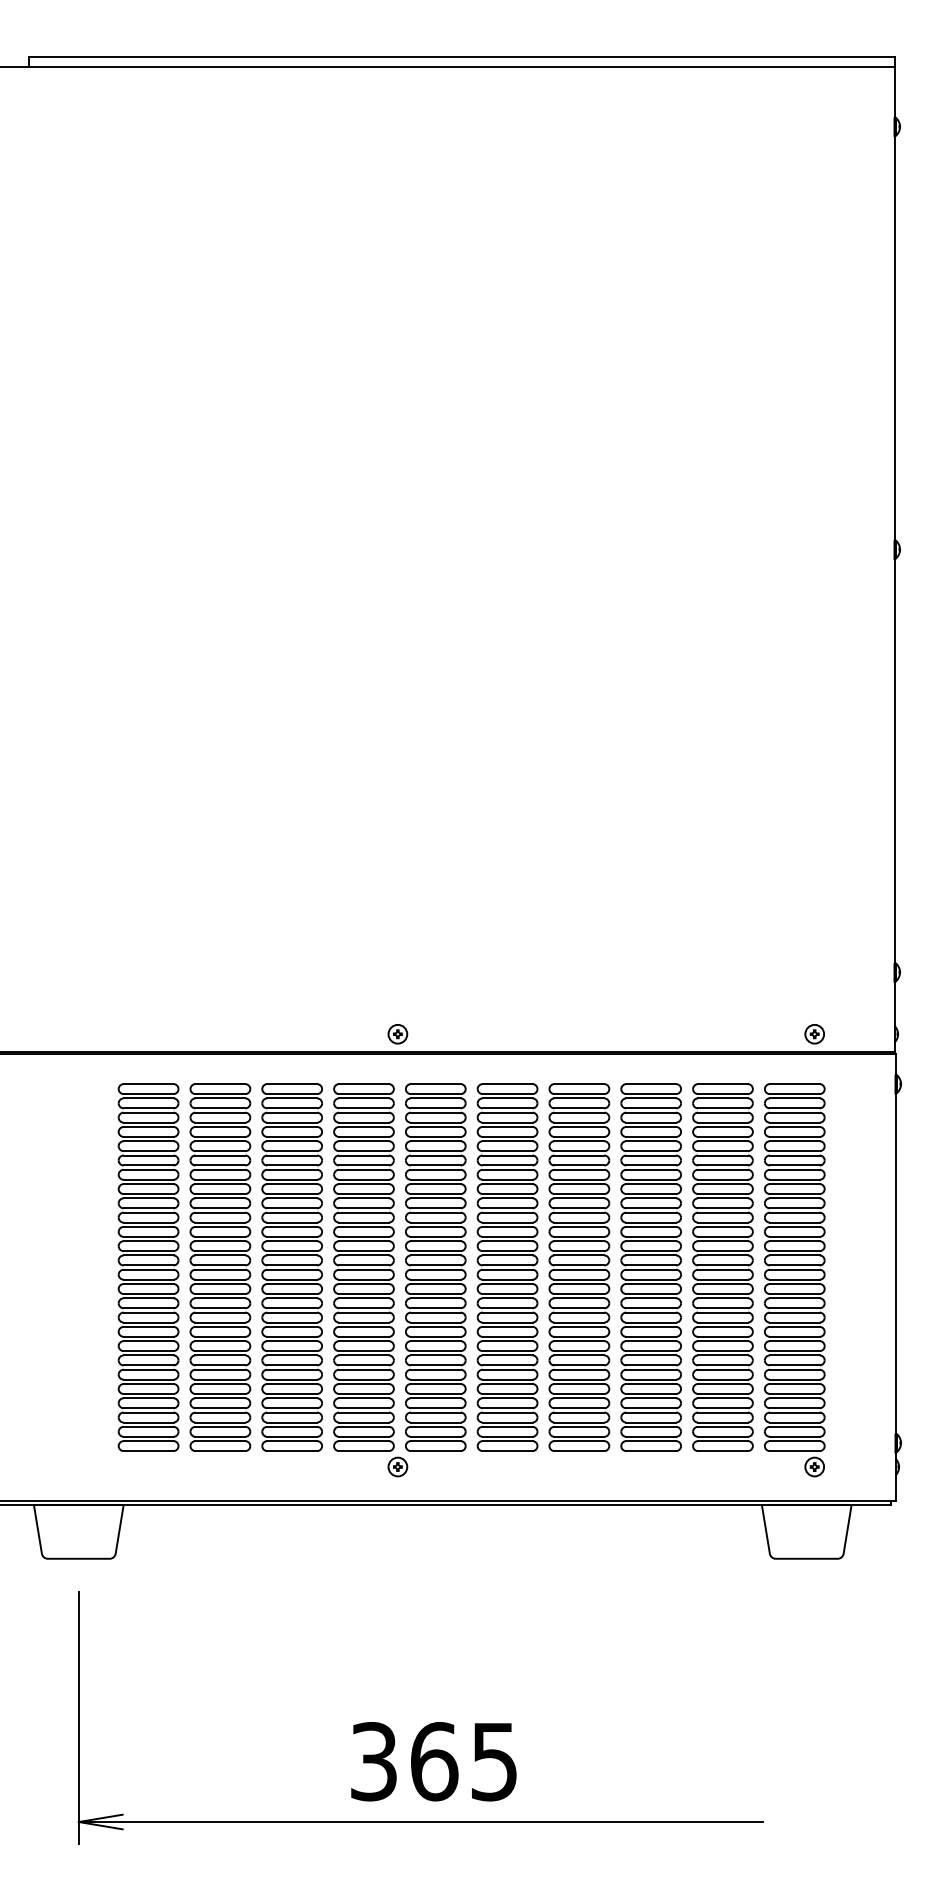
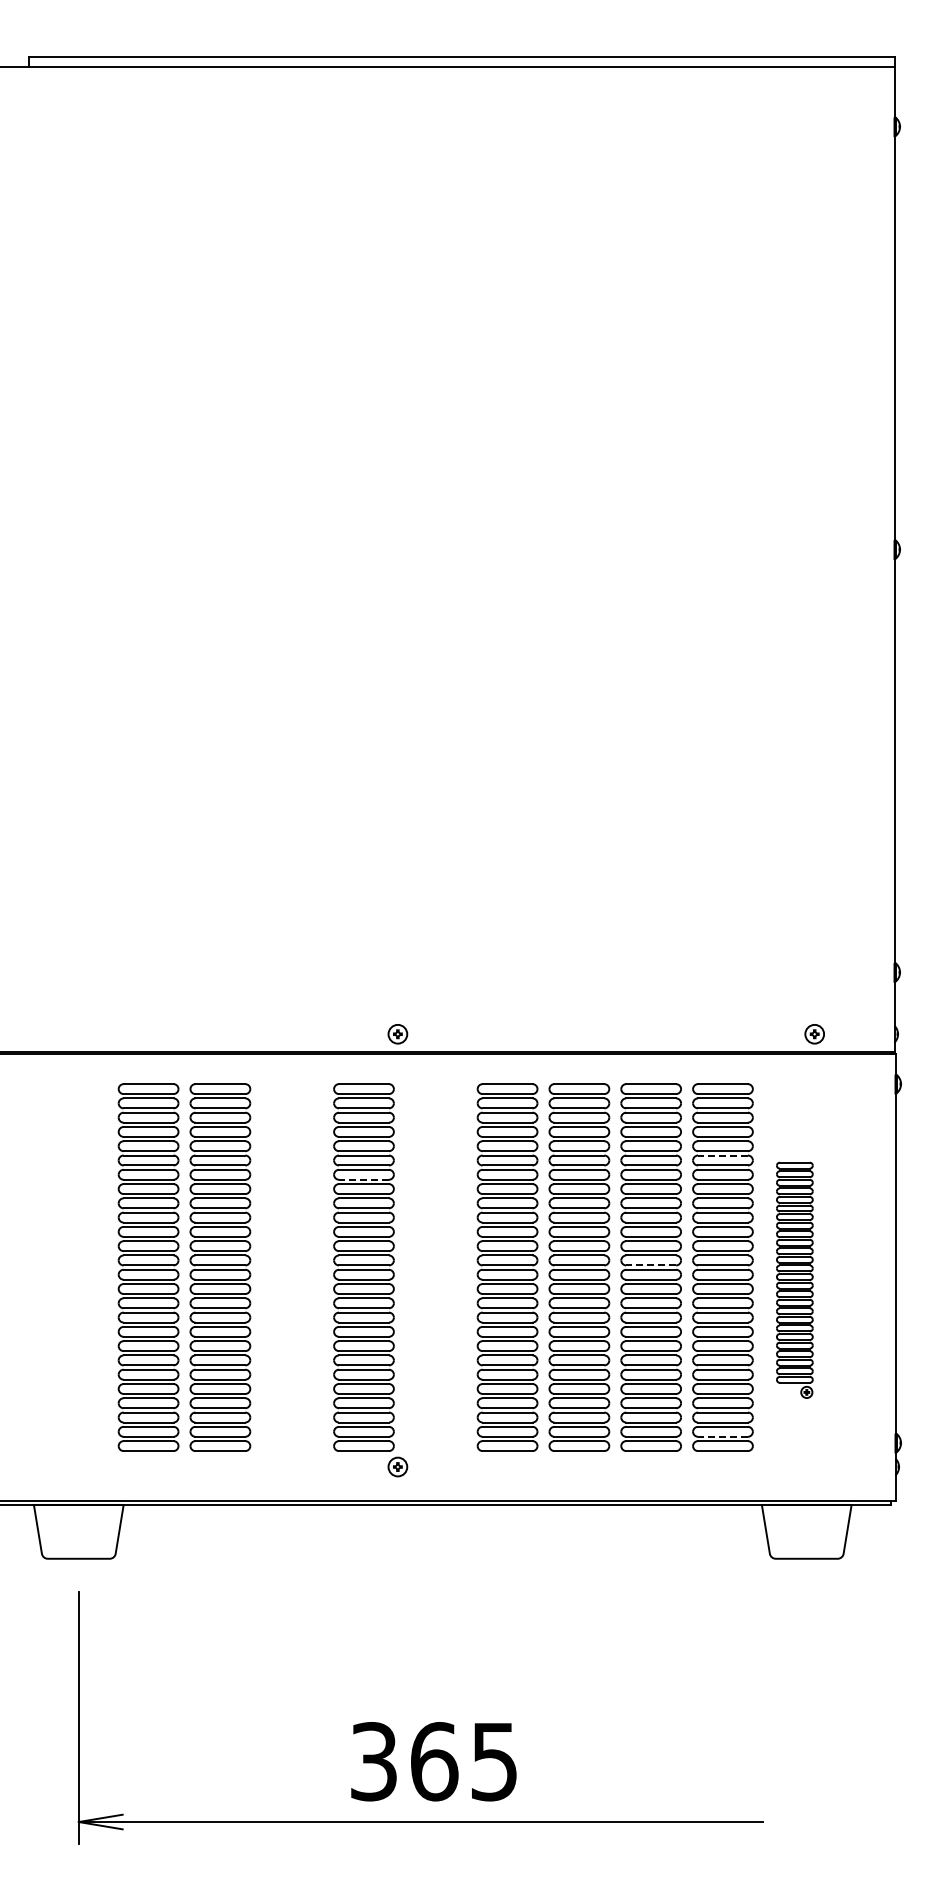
line at (722, 1155): solid -> dashed
line at (364, 1179): solid -> dashed
line at (651, 1265): solid -> dashed
part at (291, 1267): present -> none
part at (435, 1267): present -> none
part at (794, 1280) size: 62x395 px -> 38x238 px
line at (722, 1436): solid -> dashed
